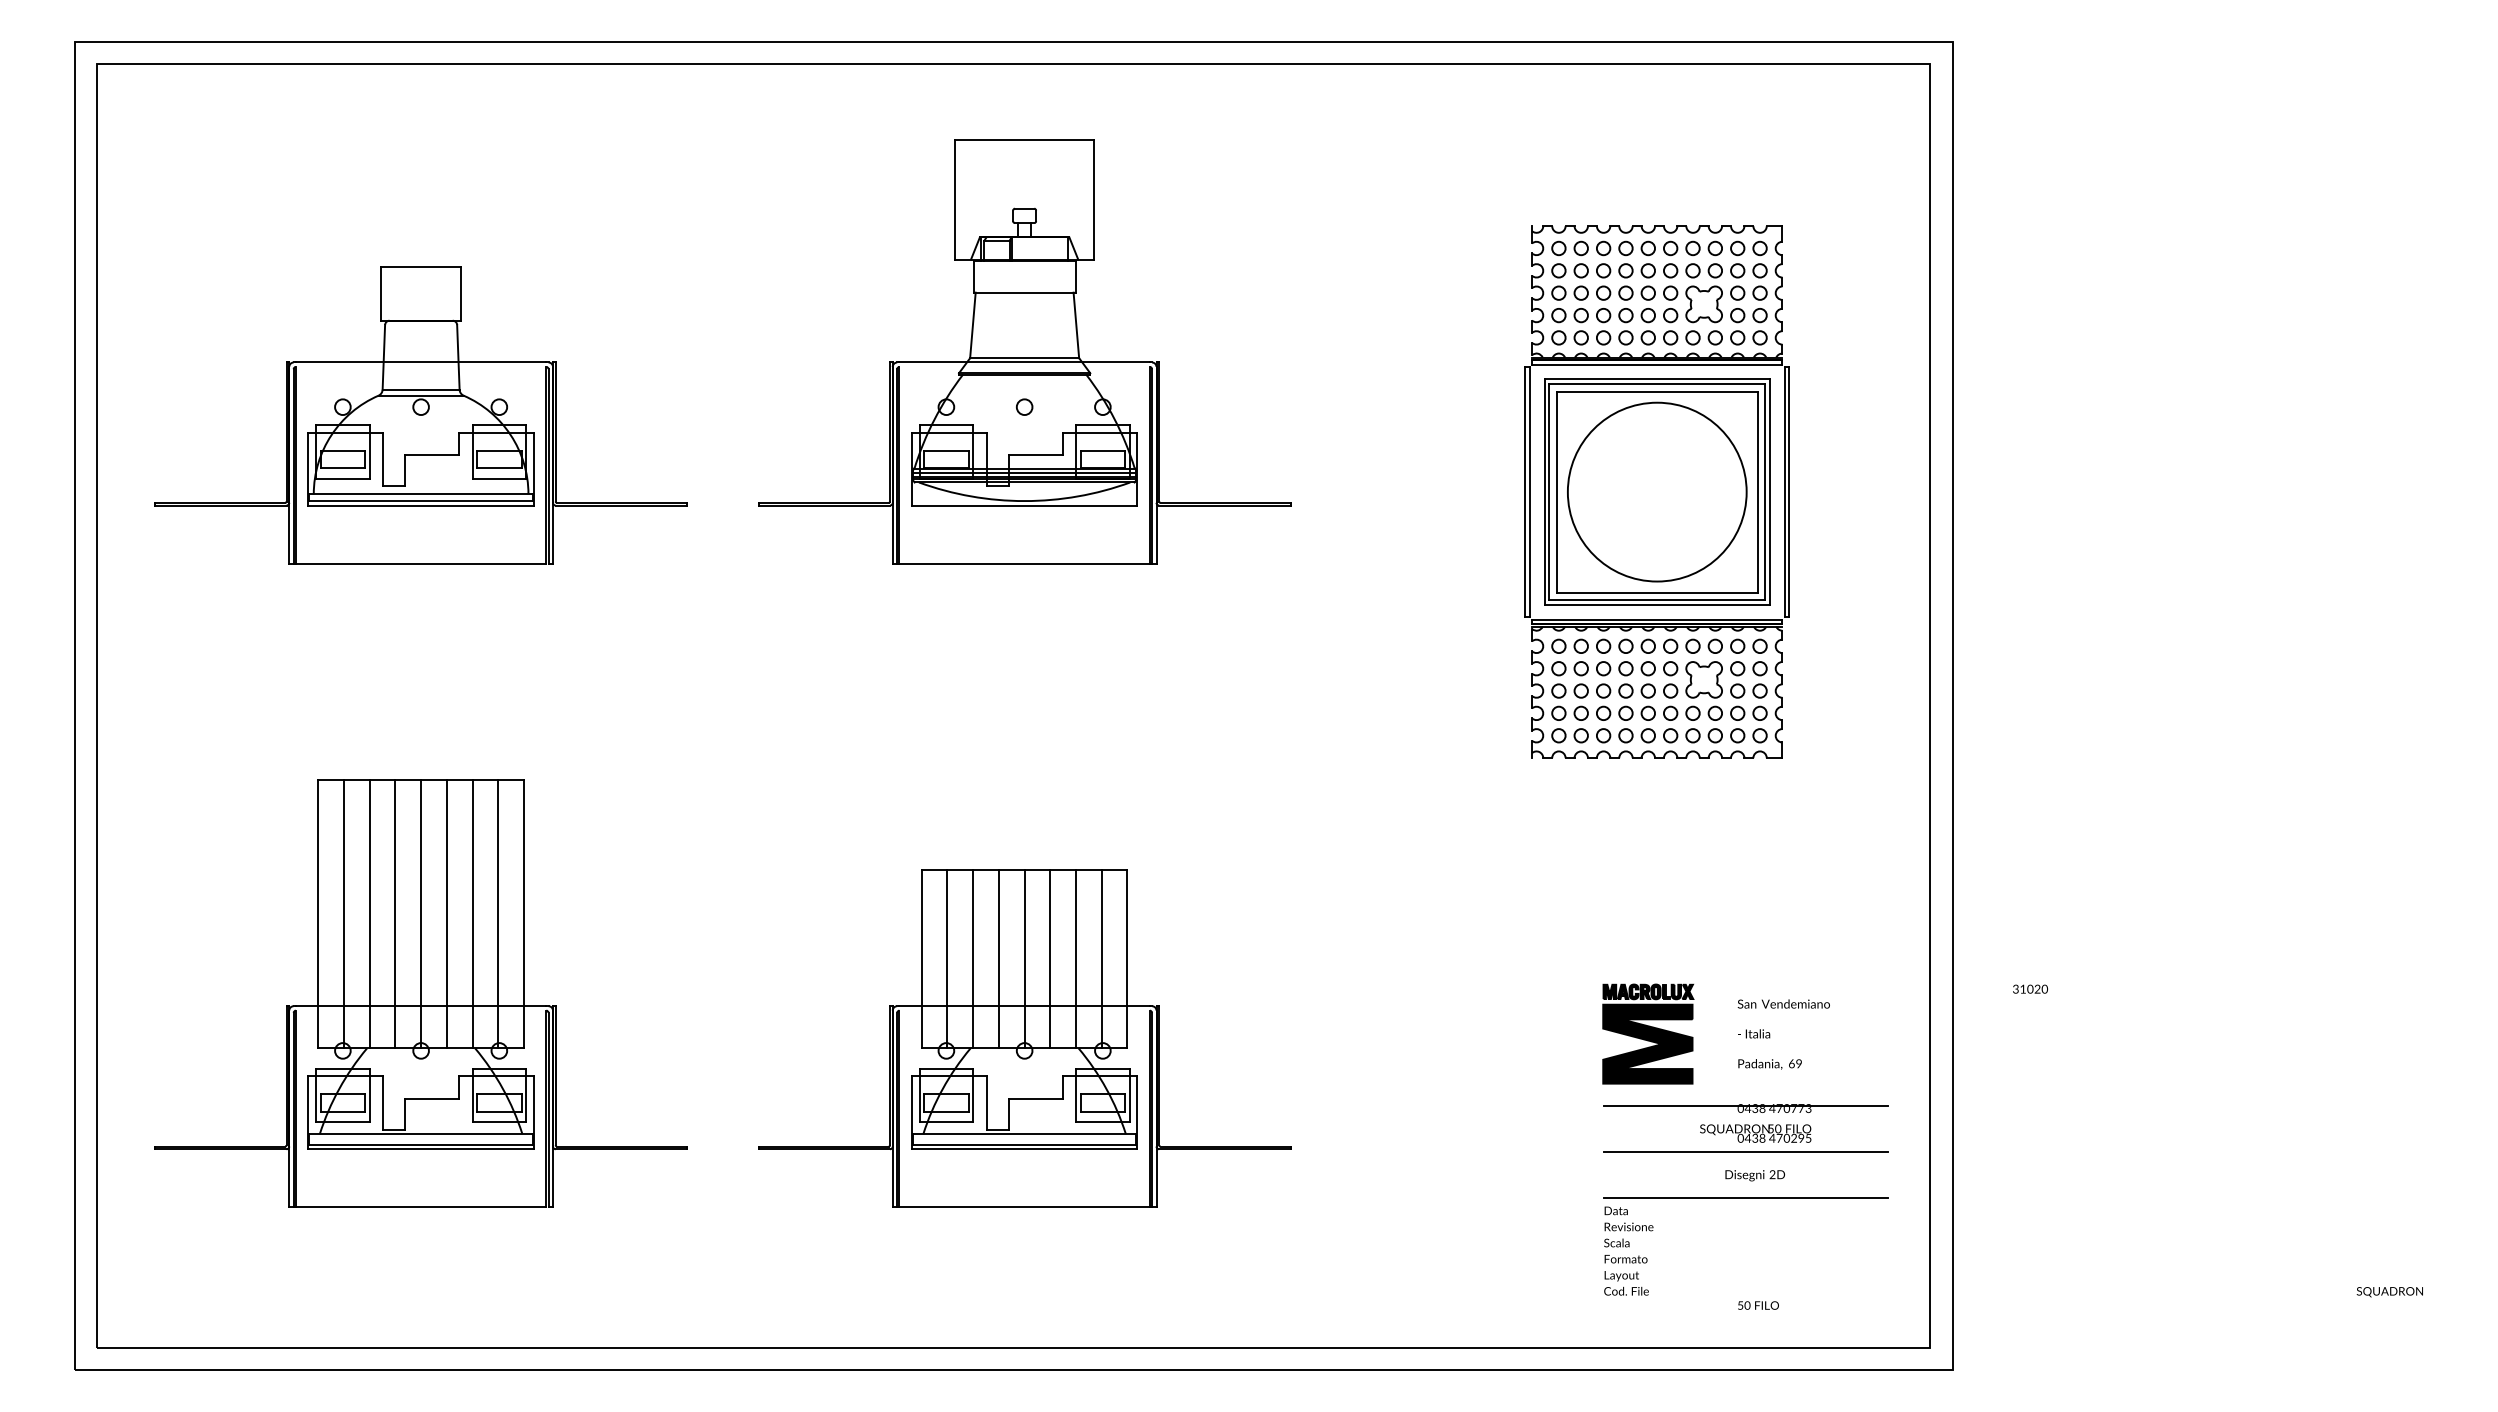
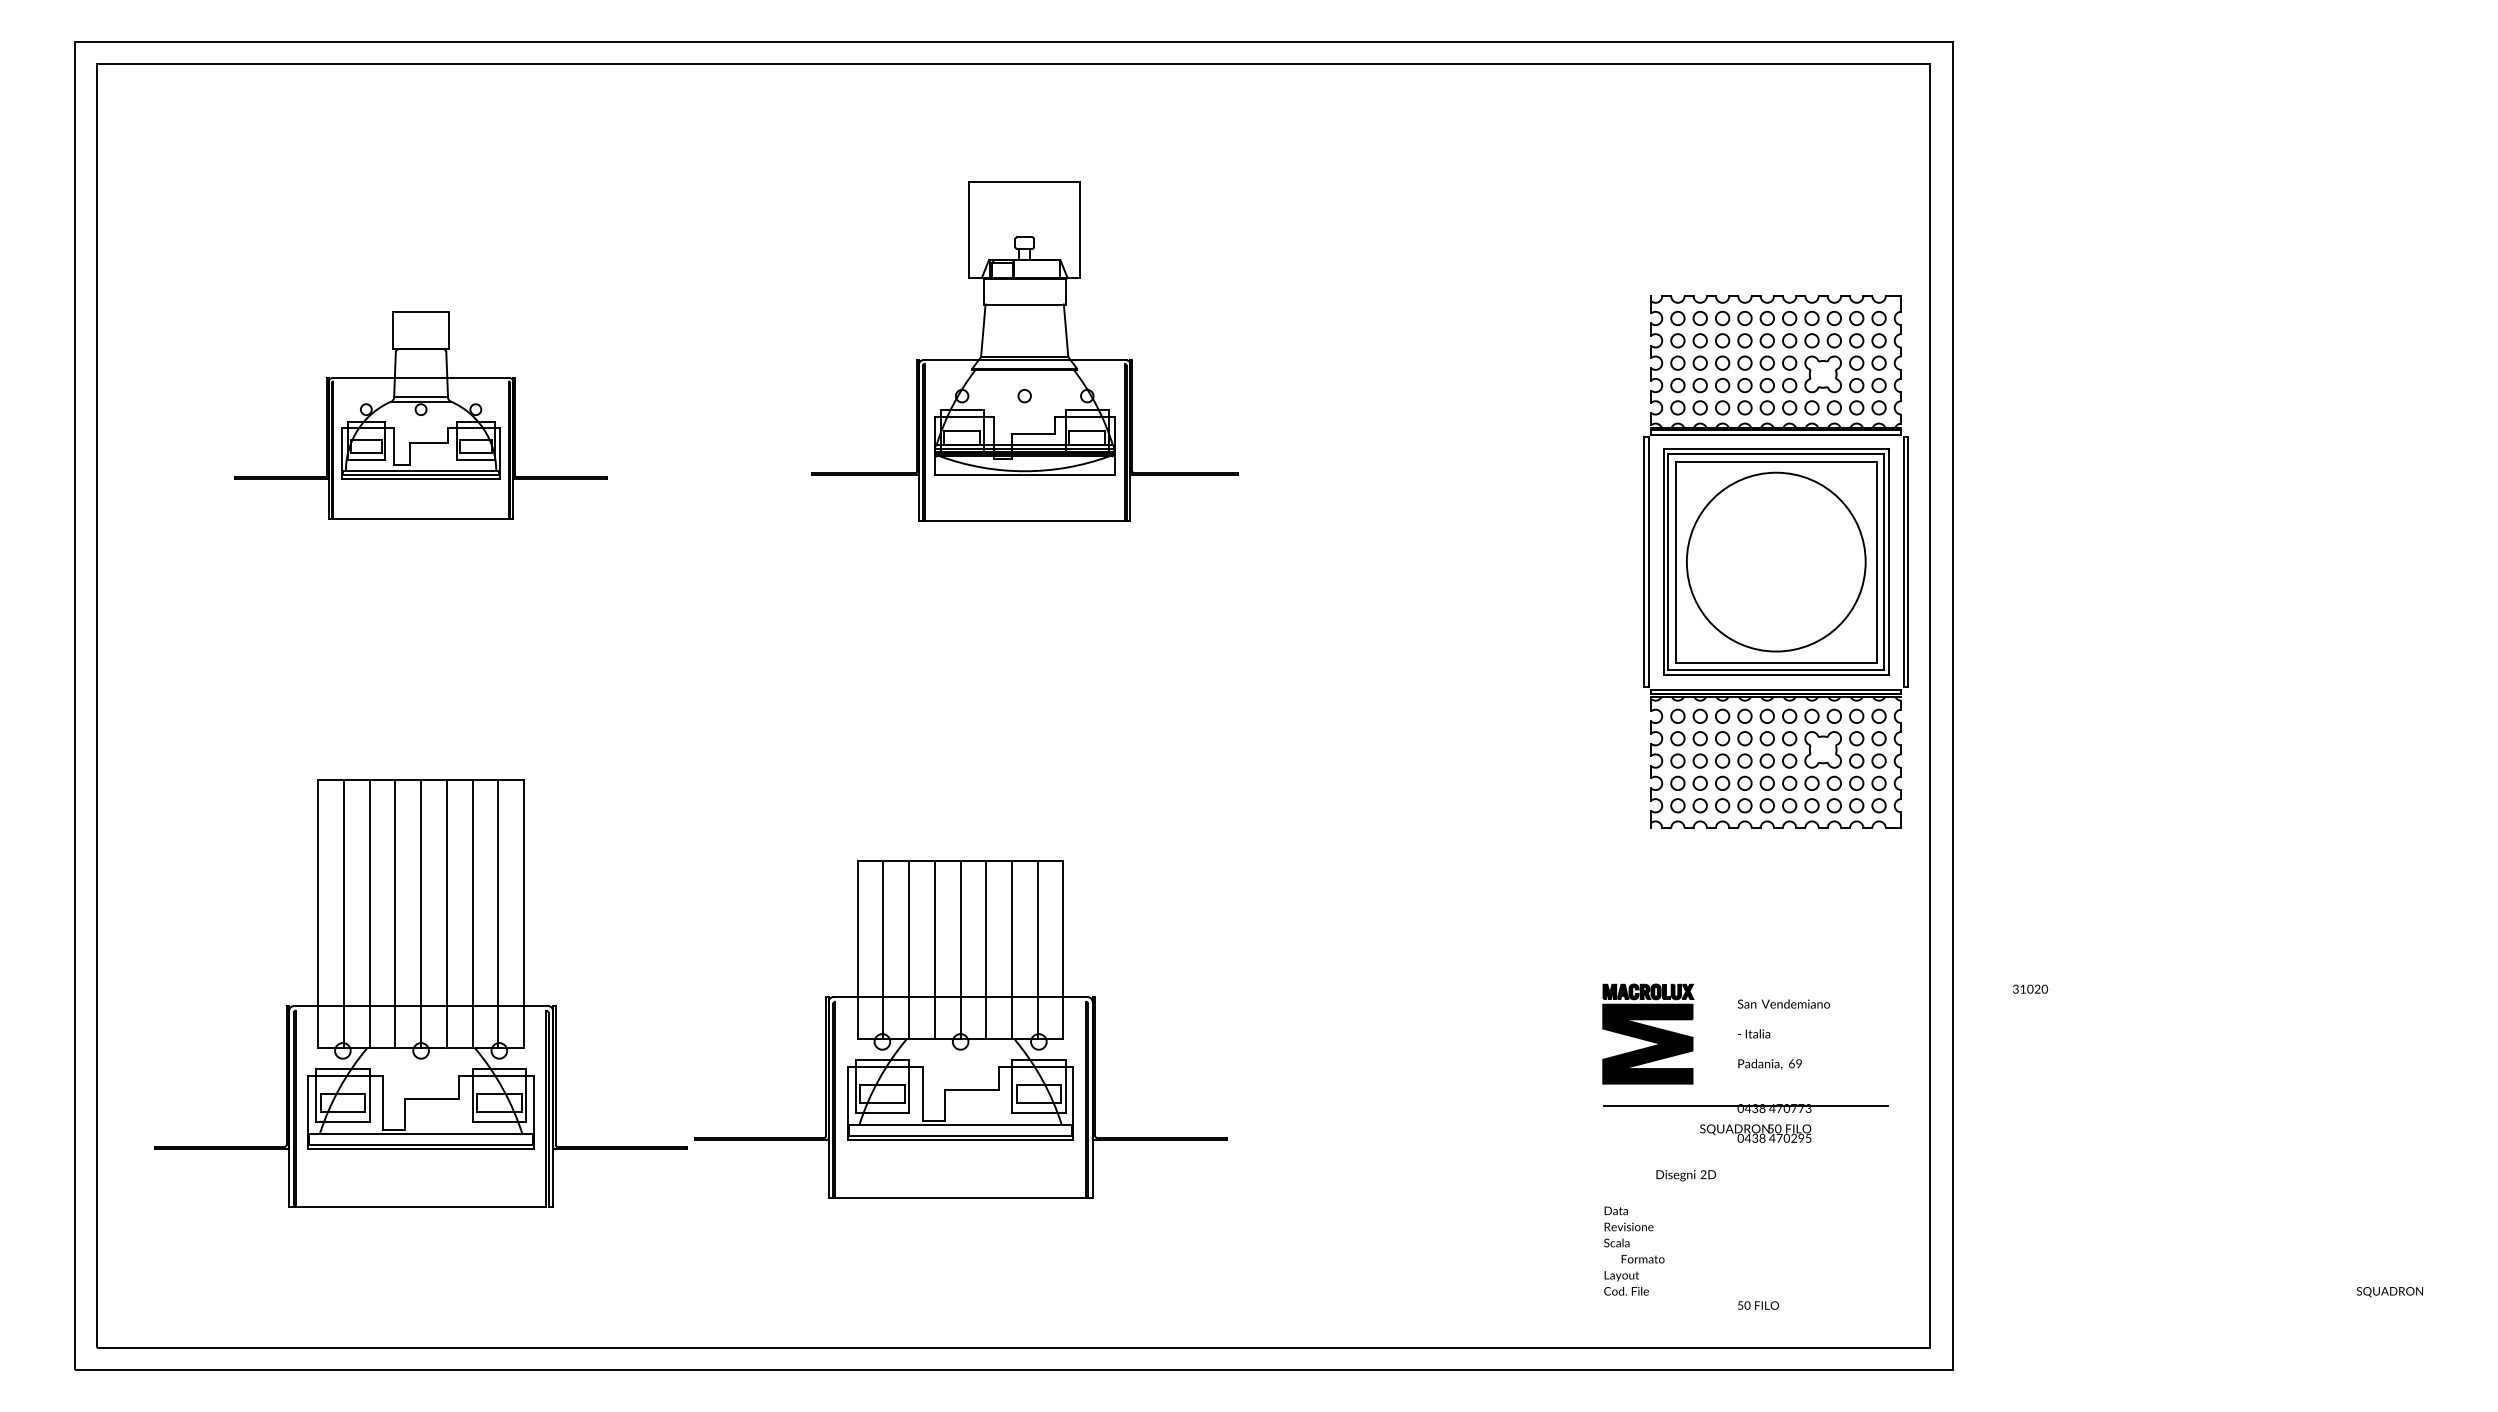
part at (1024, 351) size: 534x426 px -> 428x341 px
part at (420, 415) size: 534x299 px -> 374x209 px
part at (1656, 491) position: (1656, 491) -> (1775, 561)
part at (1024, 1038) position: (1024, 1038) -> (960, 1029)
line at (1745, 1151): present -> none
text at (1754, 1175) position: (1754, 1175) -> (1685, 1175)
line at (1745, 1197): present -> none
text at (1625, 1259) position: (1625, 1259) -> (1642, 1259)
